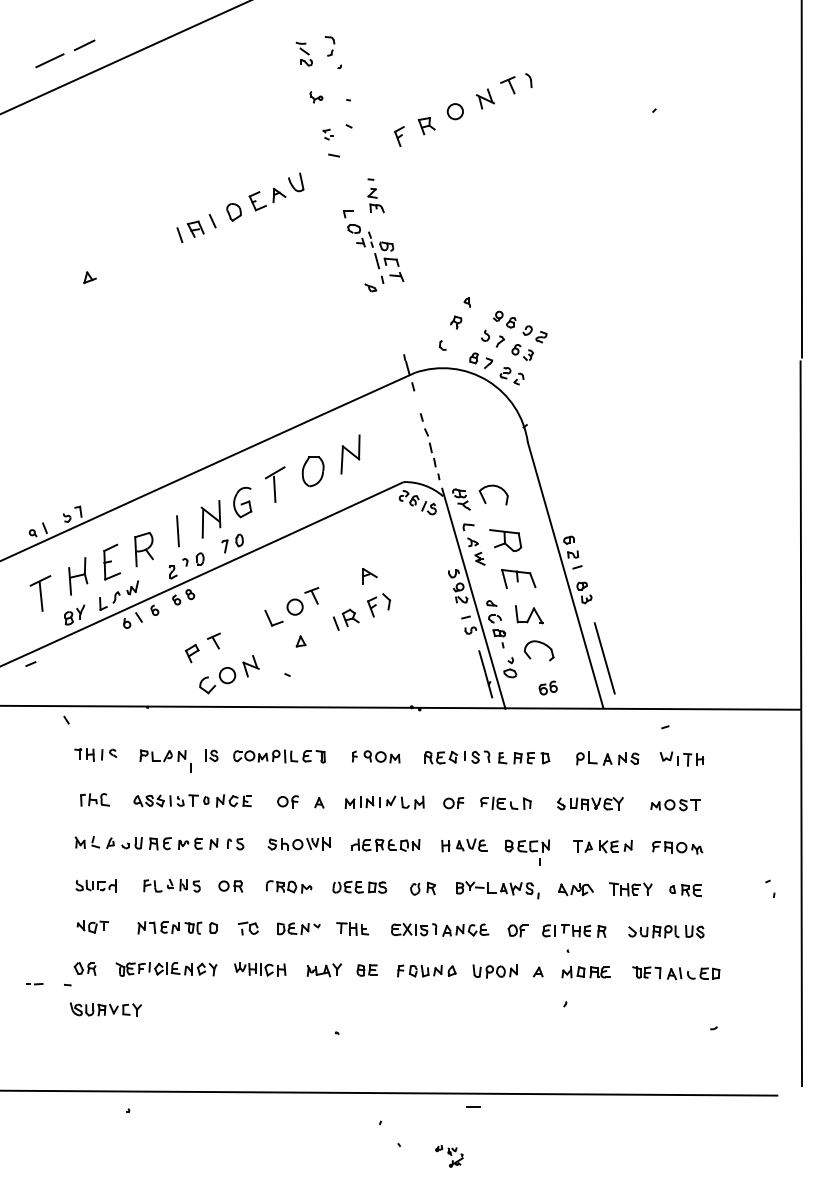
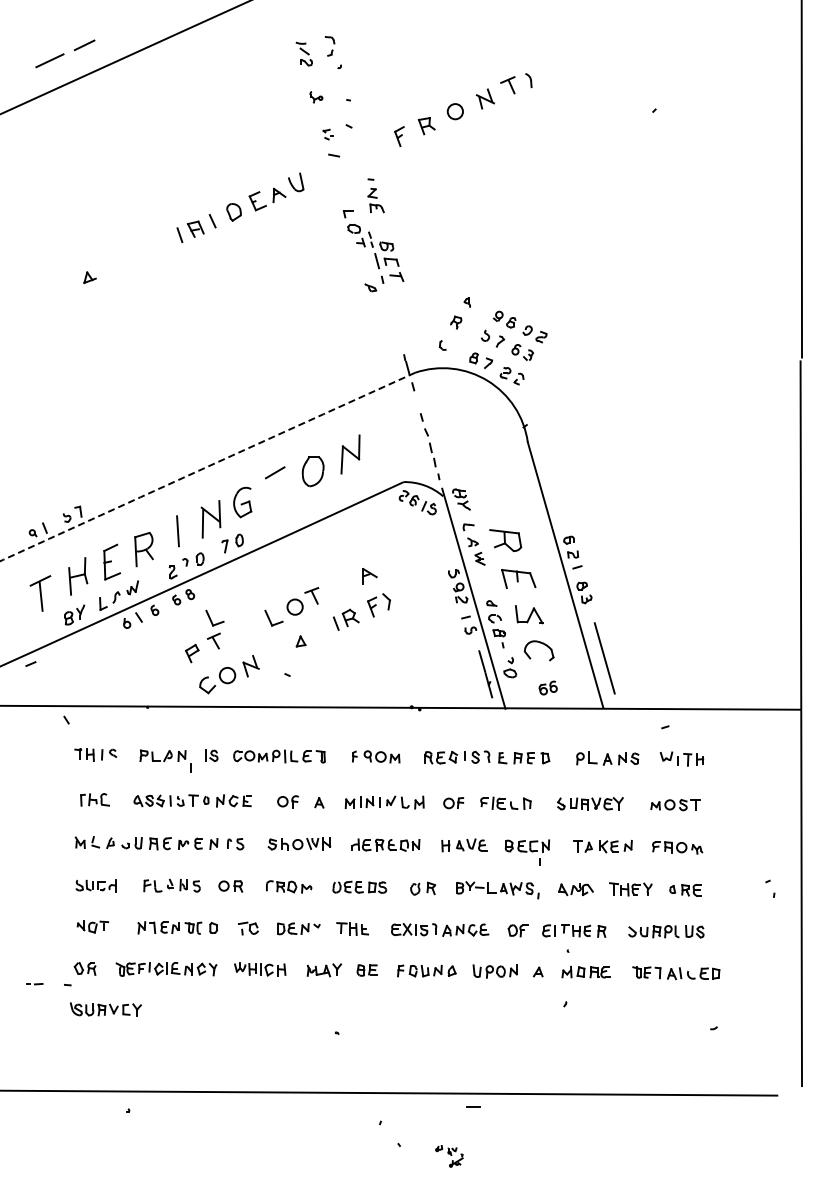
arc at (207, 466): solid -> dashed
part at (496, 487): present -> none
line at (274, 489): present -> none
part at (214, 617): none -> present
